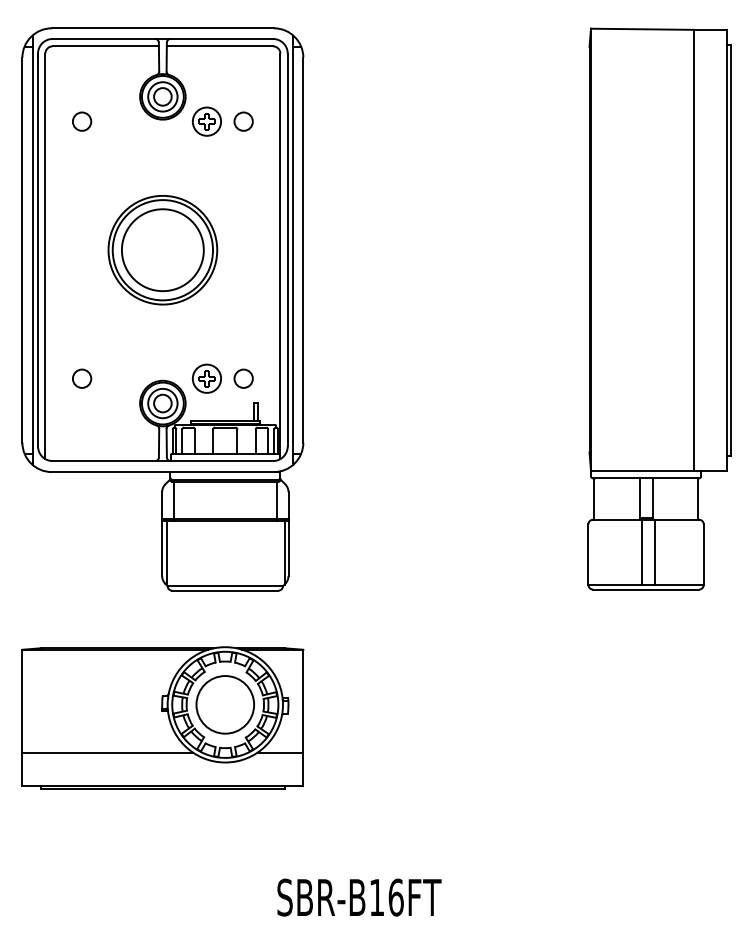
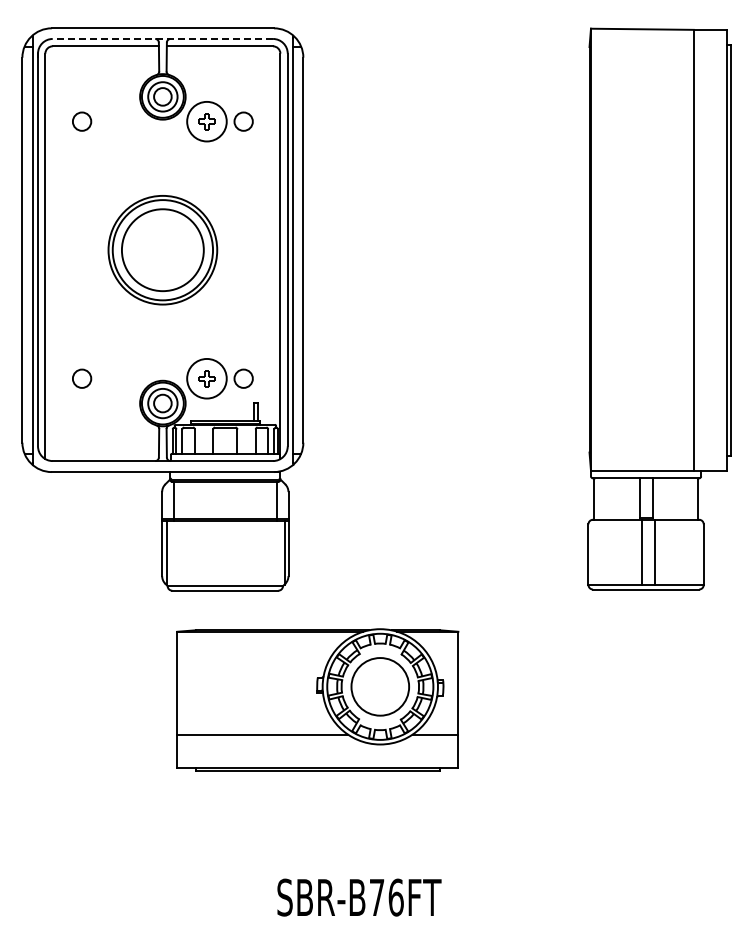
line at (162, 38): solid -> dashed
circle at (206, 121) diameter: 28 px -> 40 px
circle at (206, 378) diameter: 28 px -> 40 px
part at (162, 717) position: (162, 717) -> (317, 699)
text at (377, 897): SBR-B16FT -> SBR-B76FT
